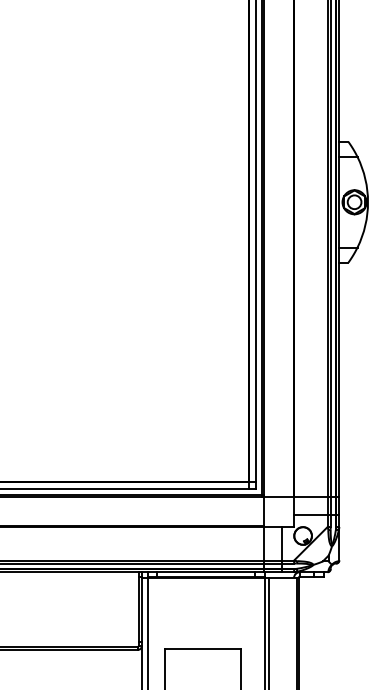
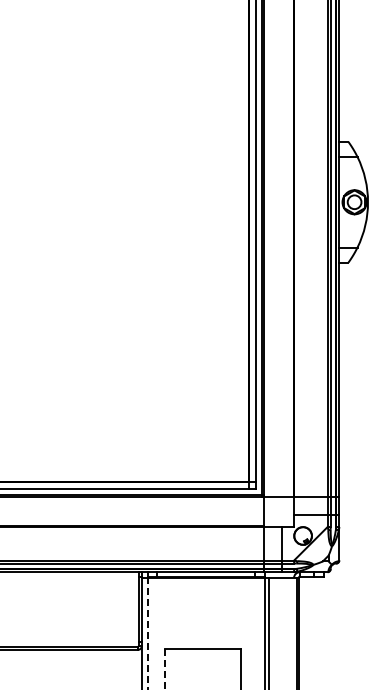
line at (147, 633): solid -> dashed
line at (165, 670): solid -> dashed
